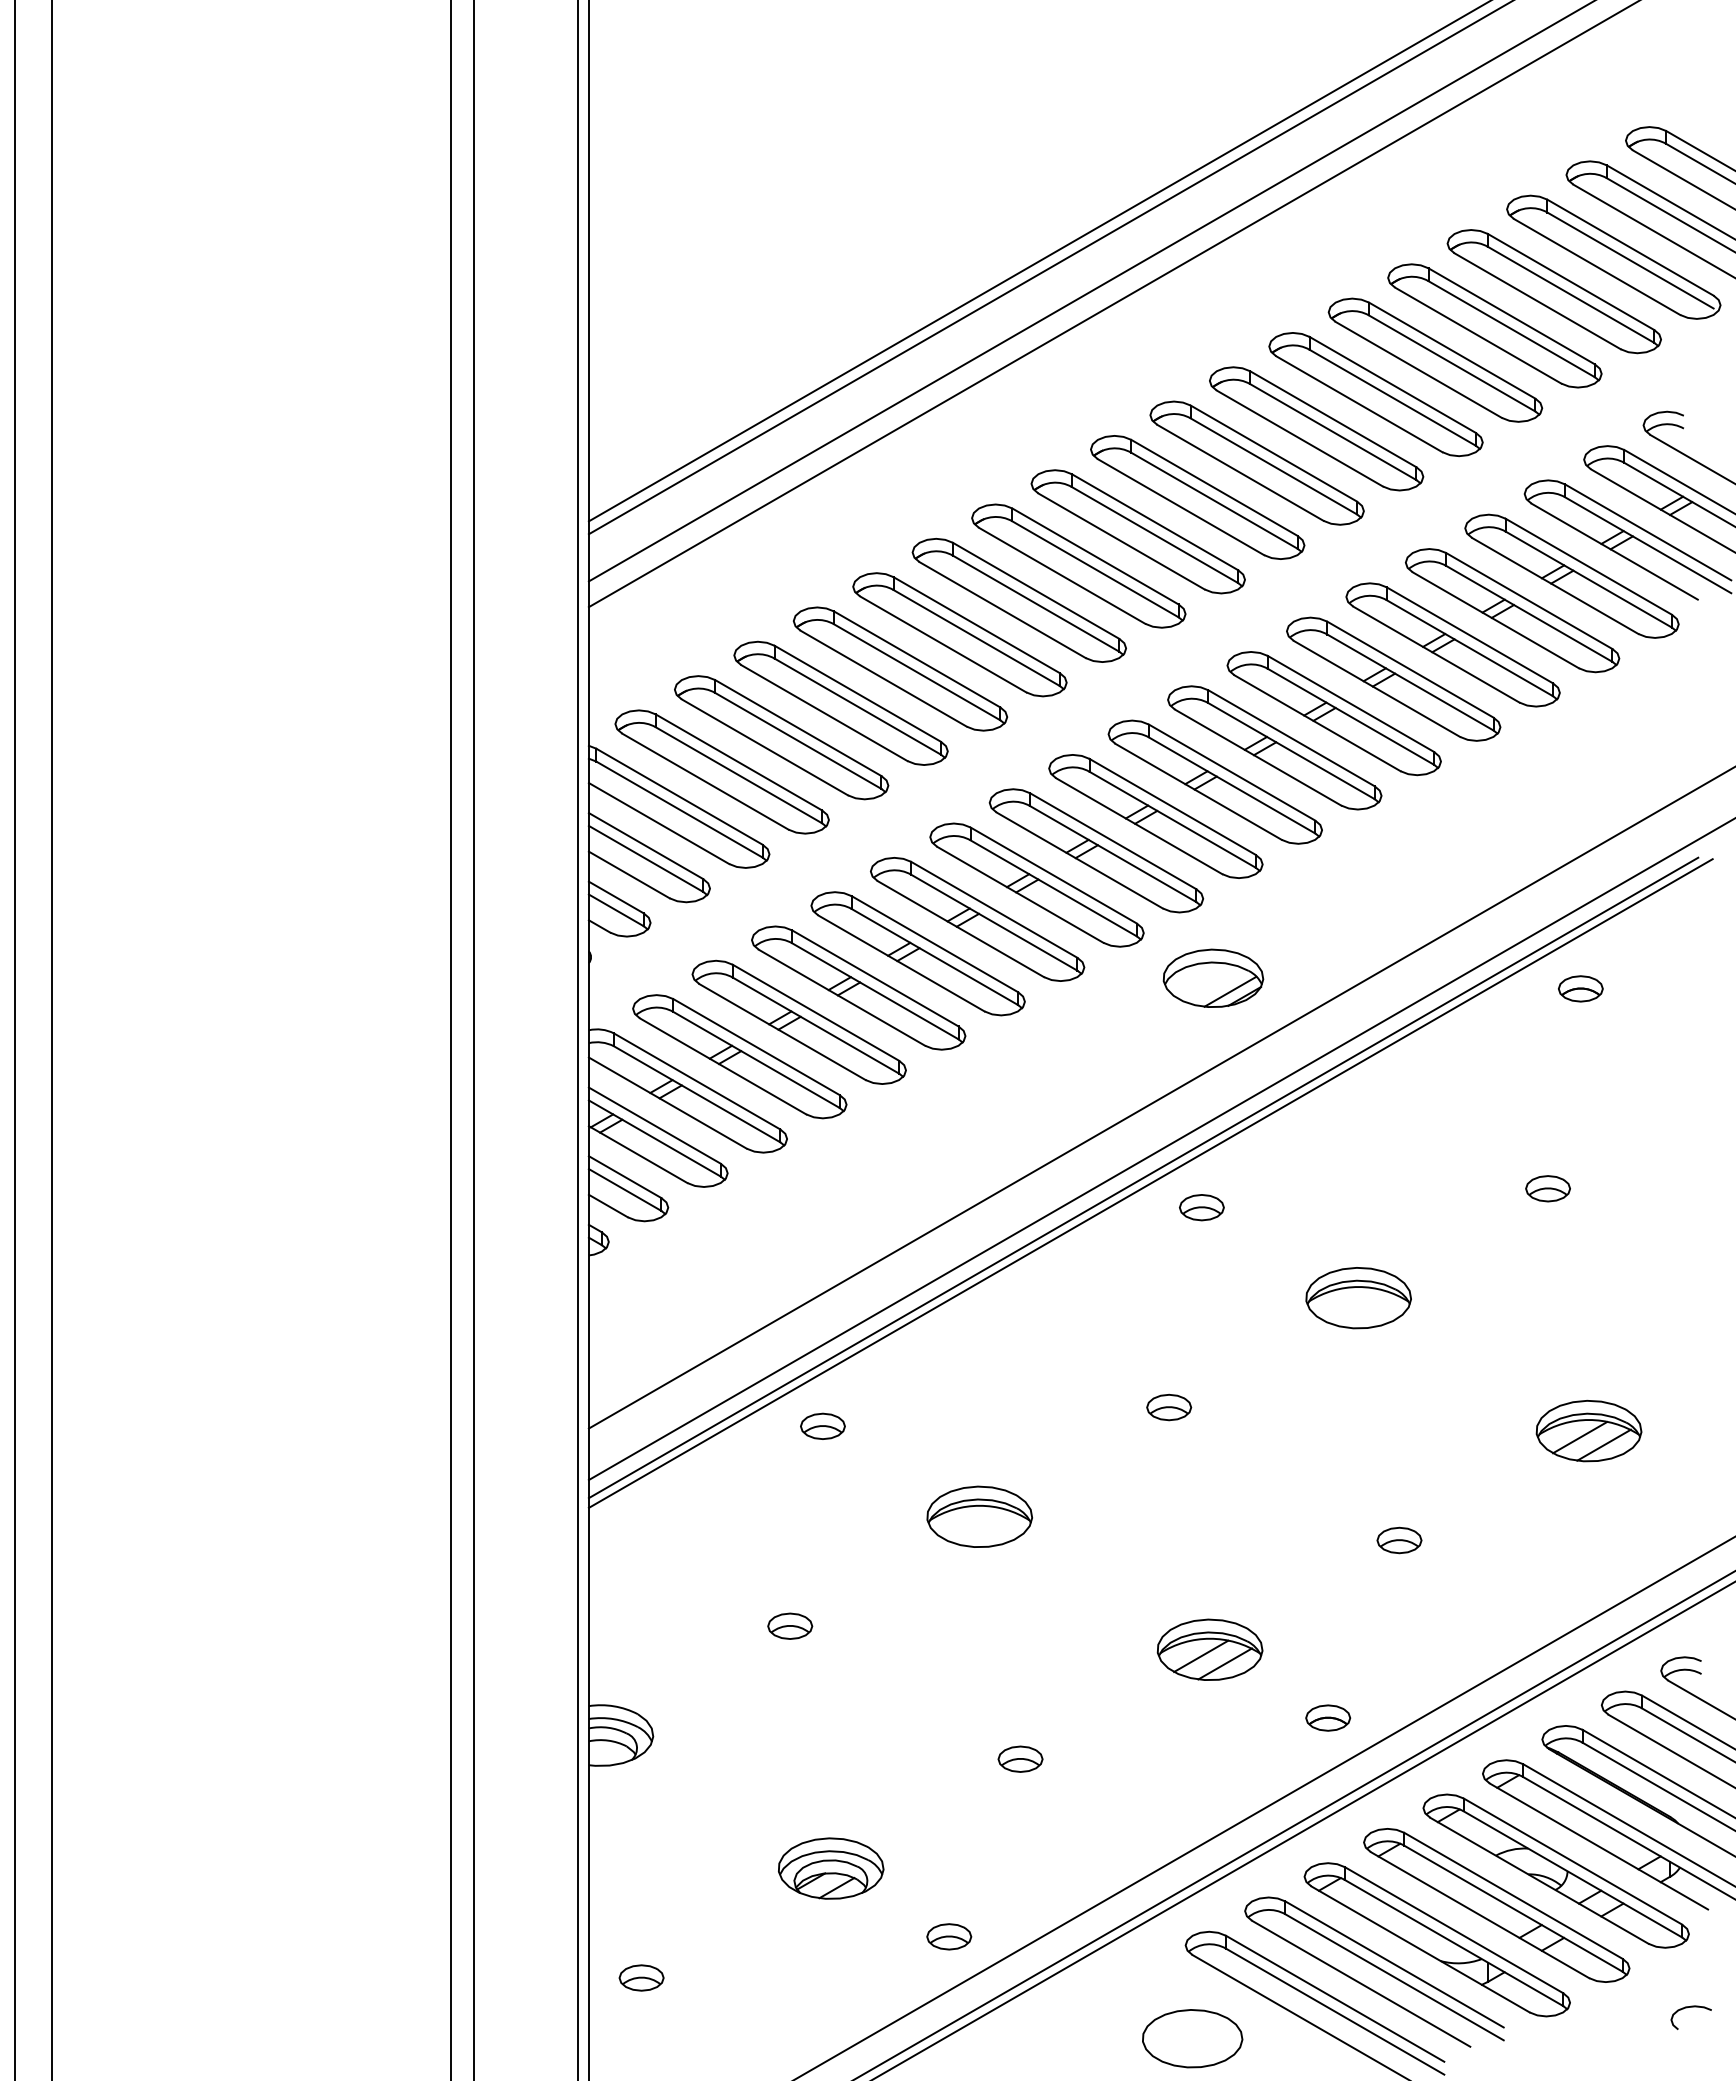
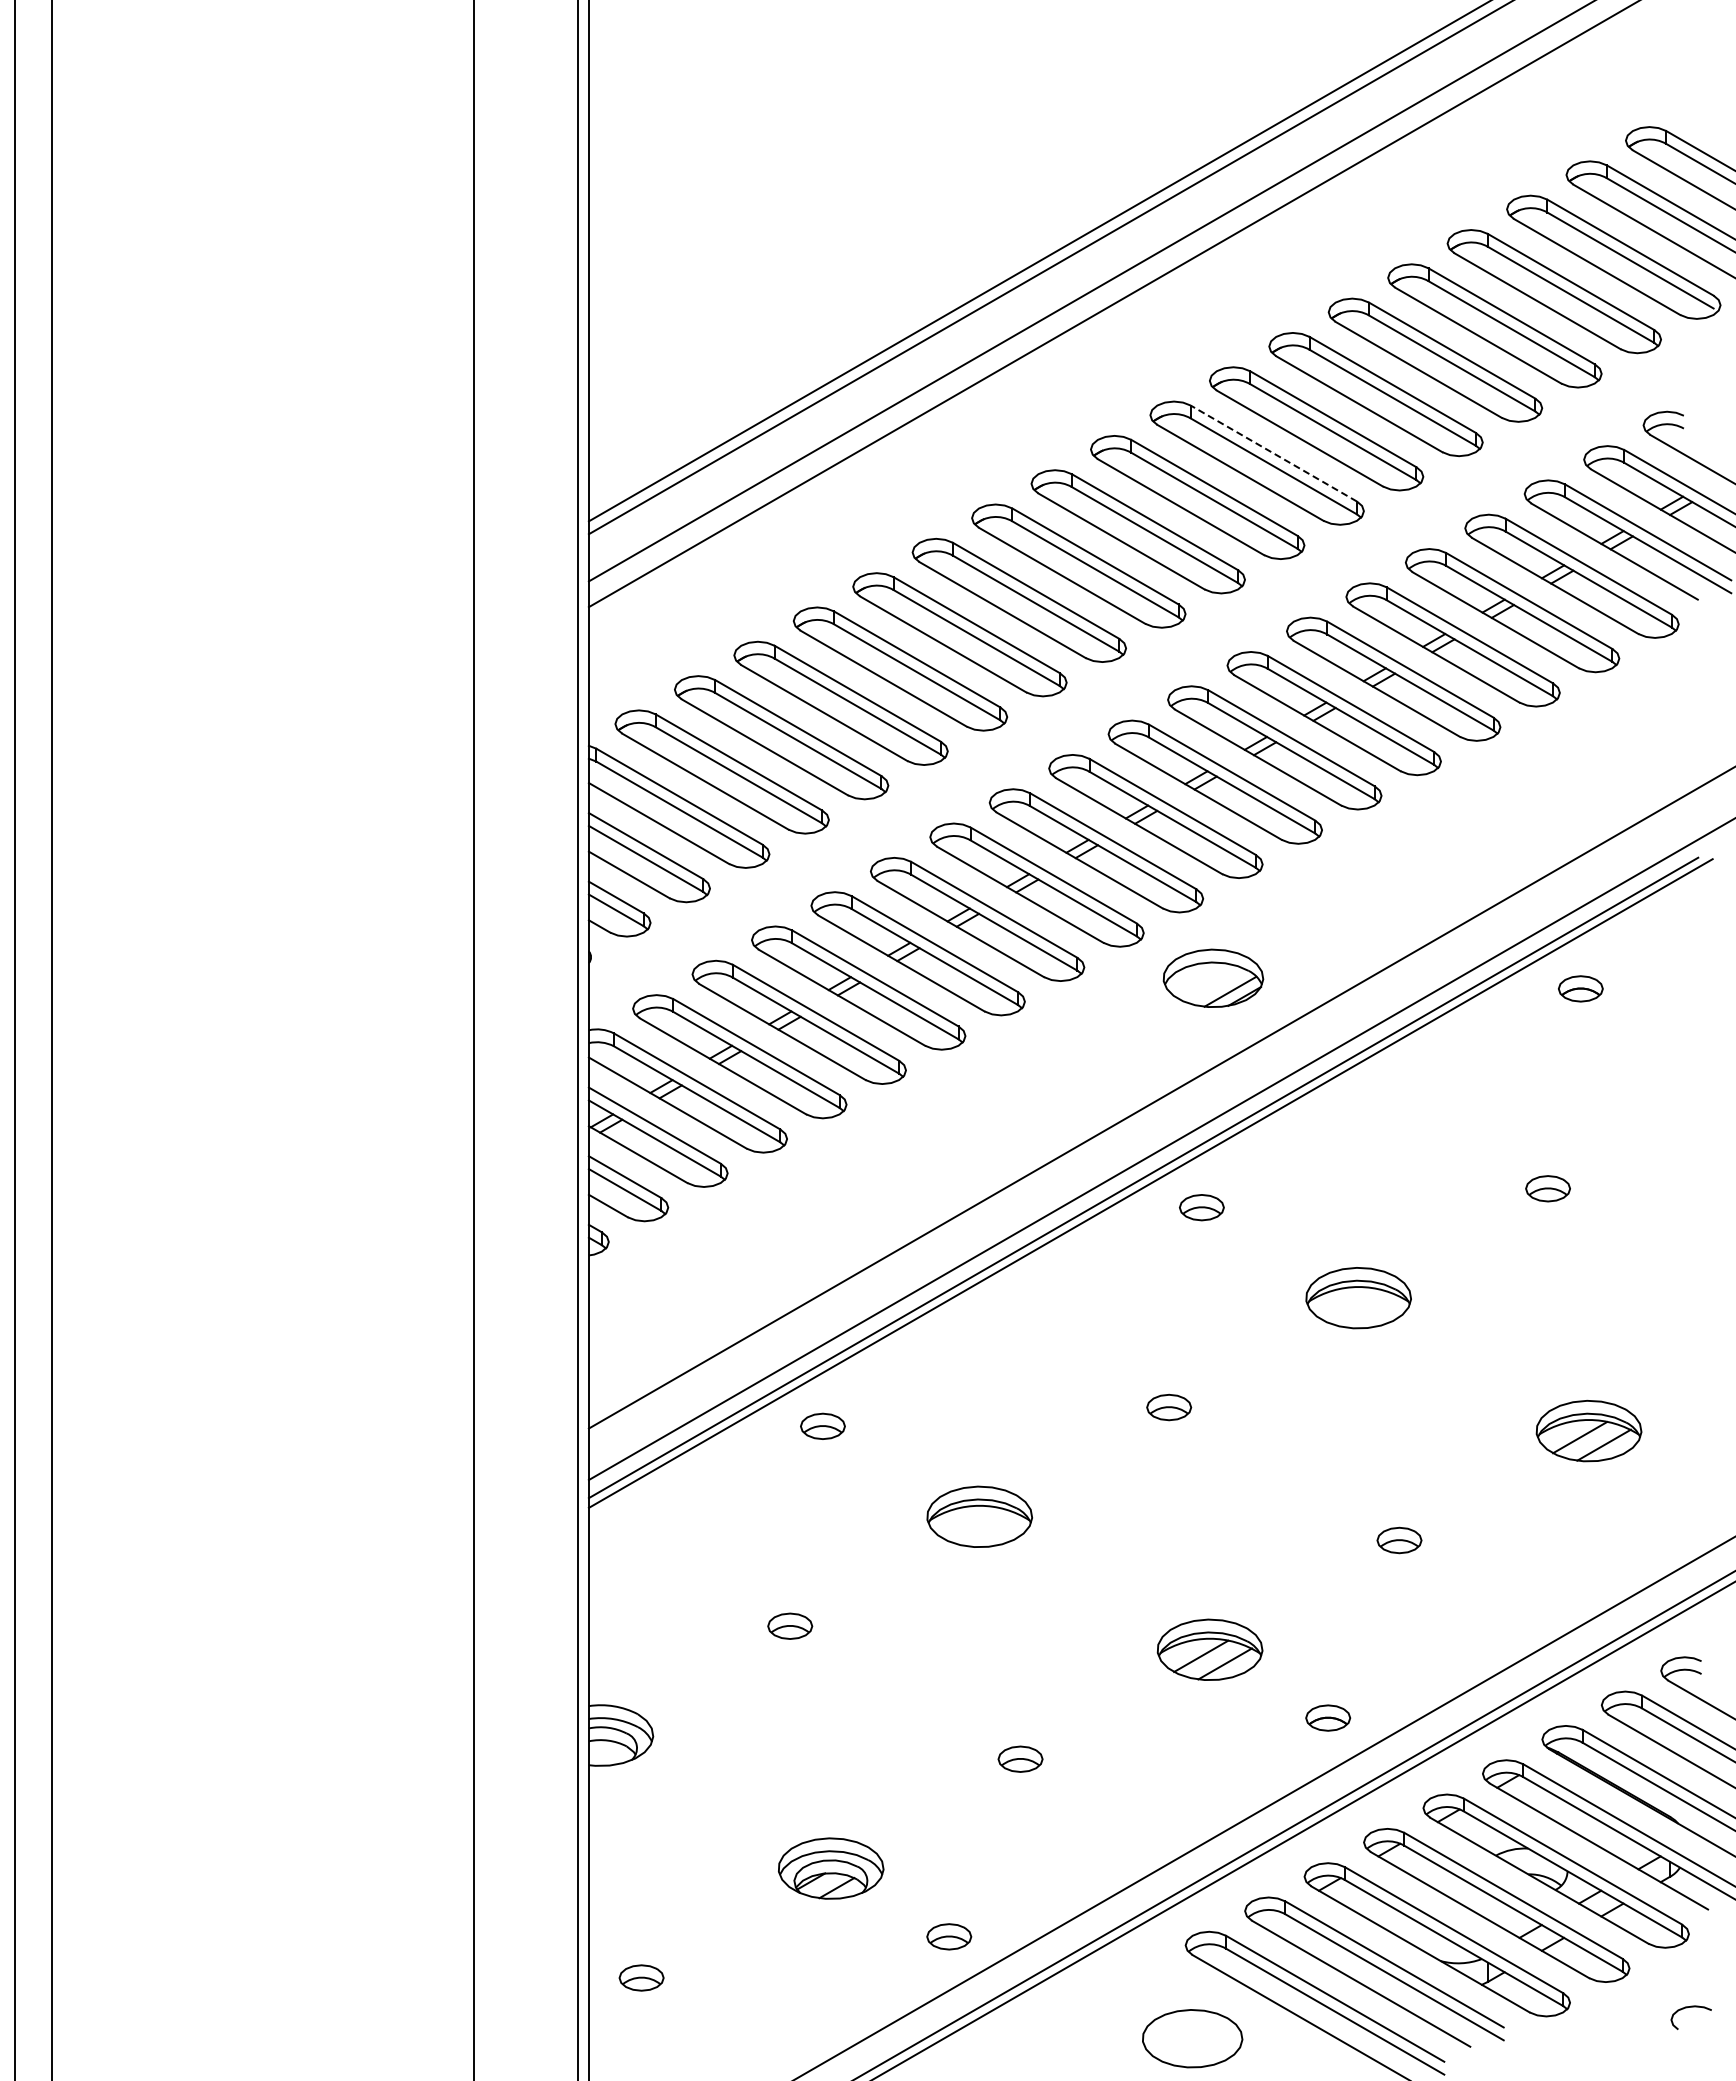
line at (1273, 453): solid -> dashed
line at (451, 1039): present -> none
